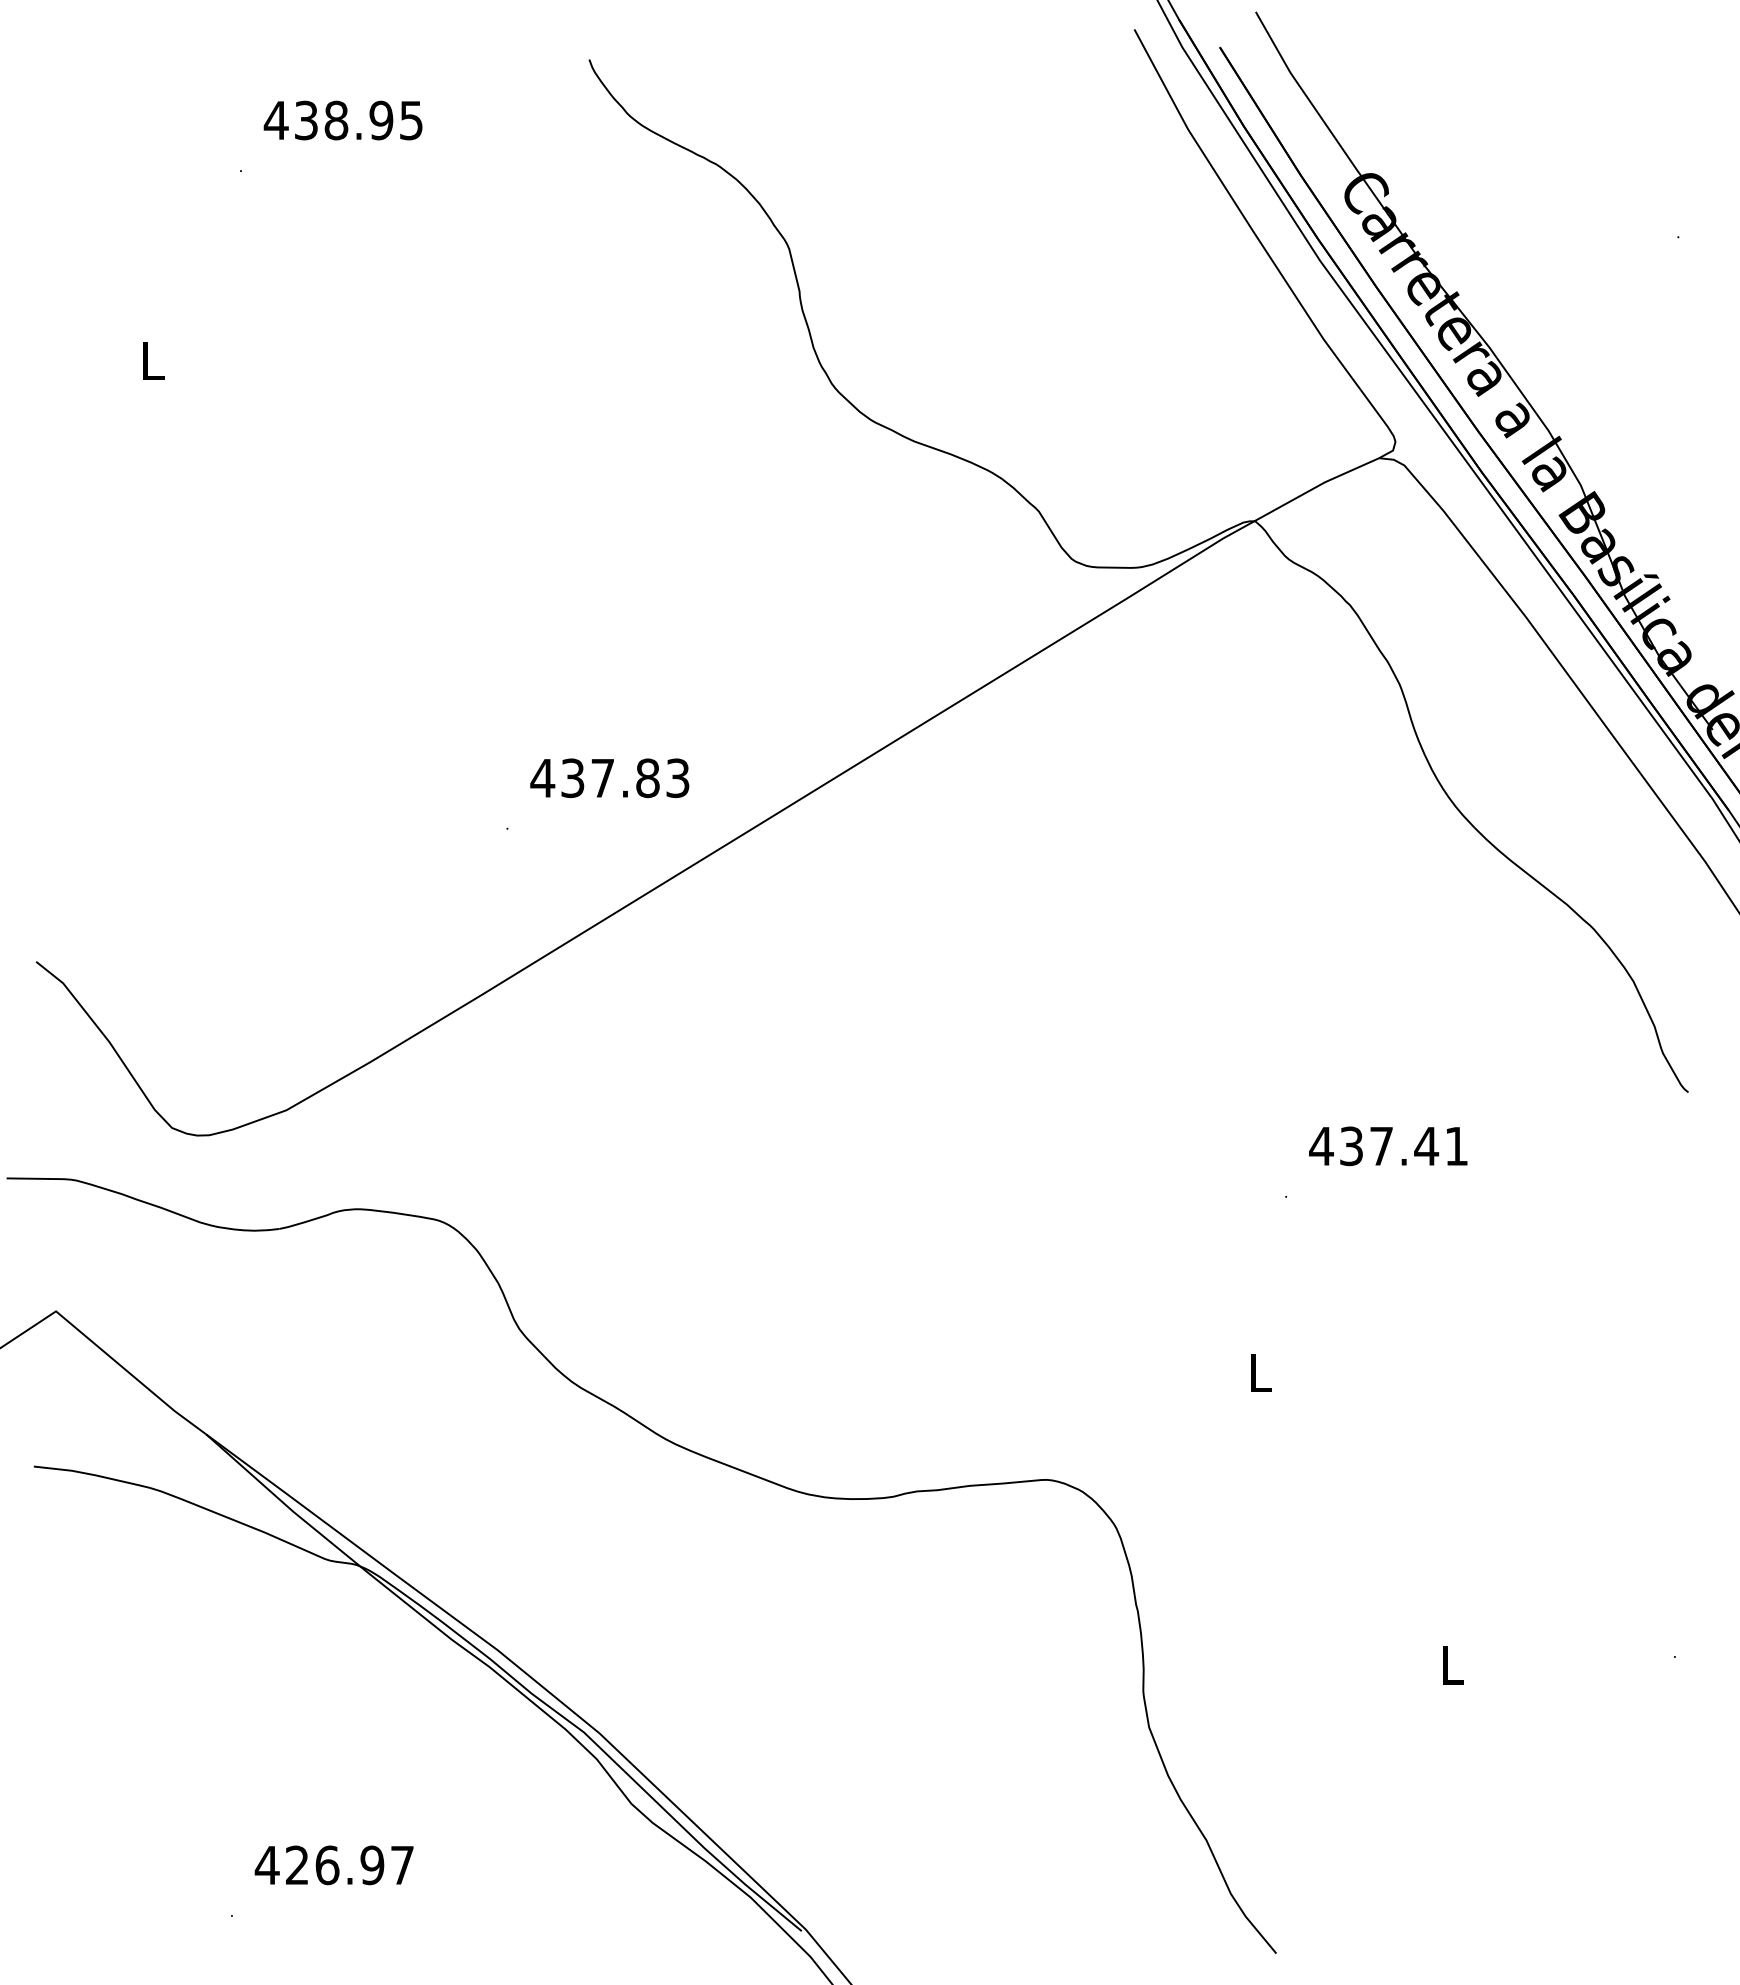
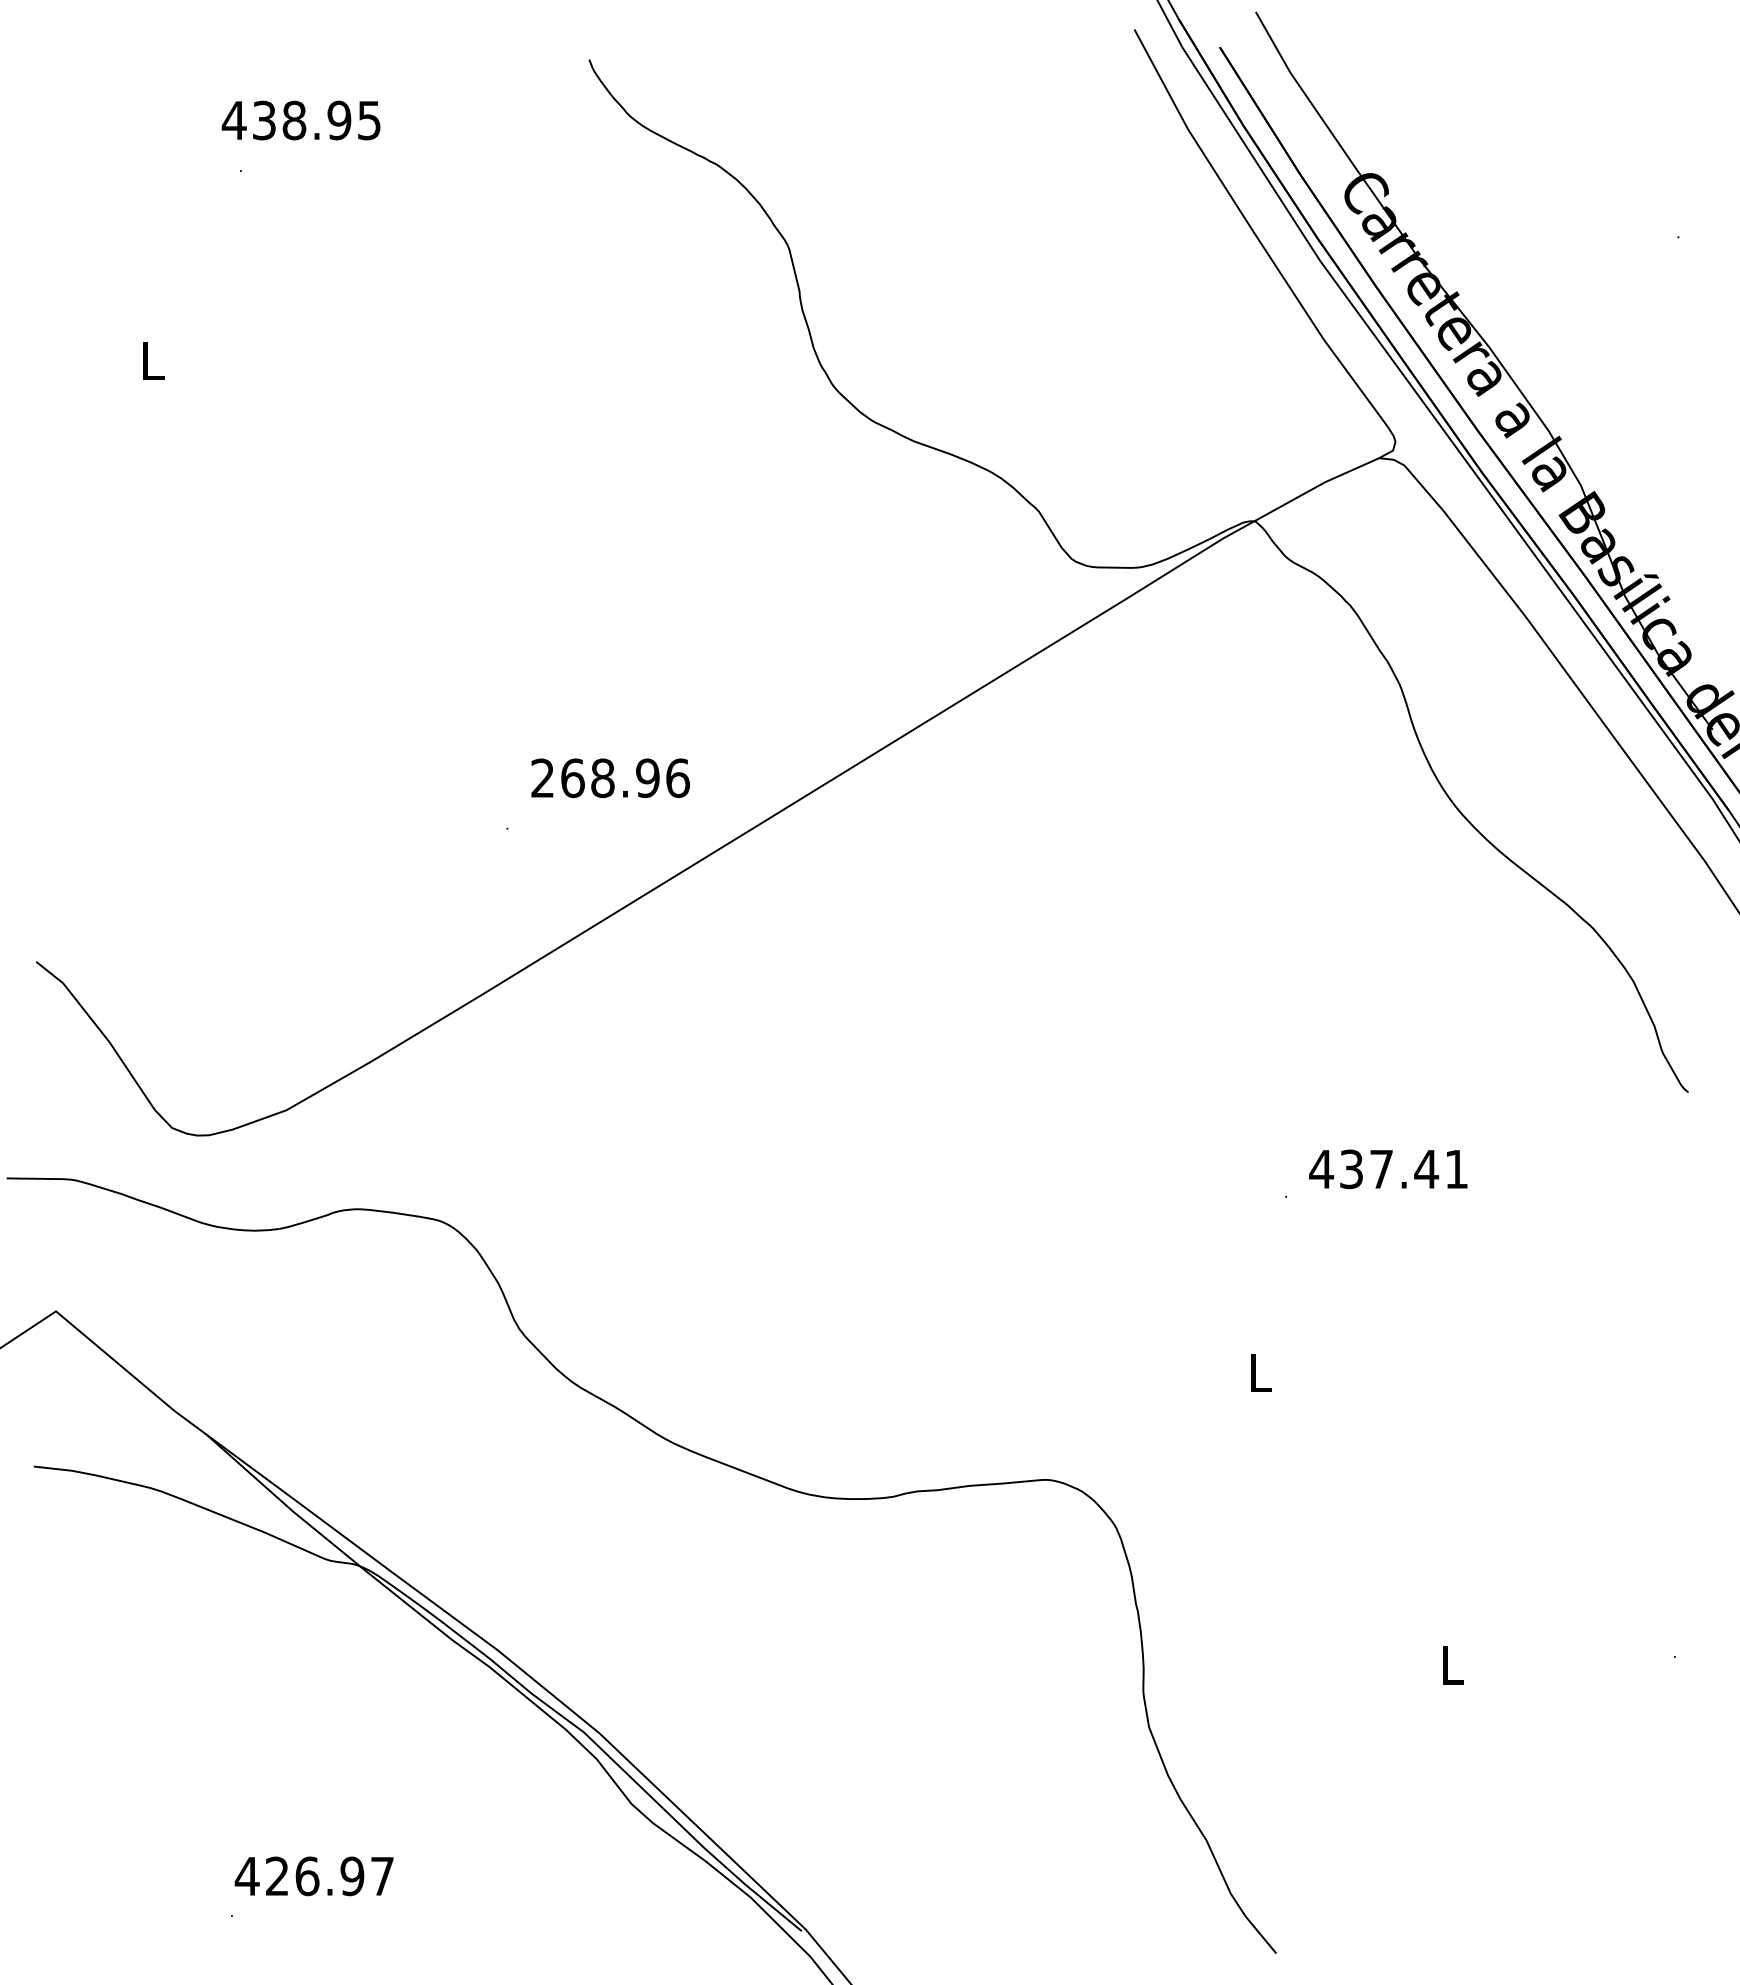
text at (342, 120) position: (342, 120) -> (300, 120)
text at (609, 778): 437.83 -> 268.96
text at (1388, 1146) position: (1388, 1146) -> (1388, 1169)
text at (333, 1865) position: (333, 1865) -> (313, 1876)
